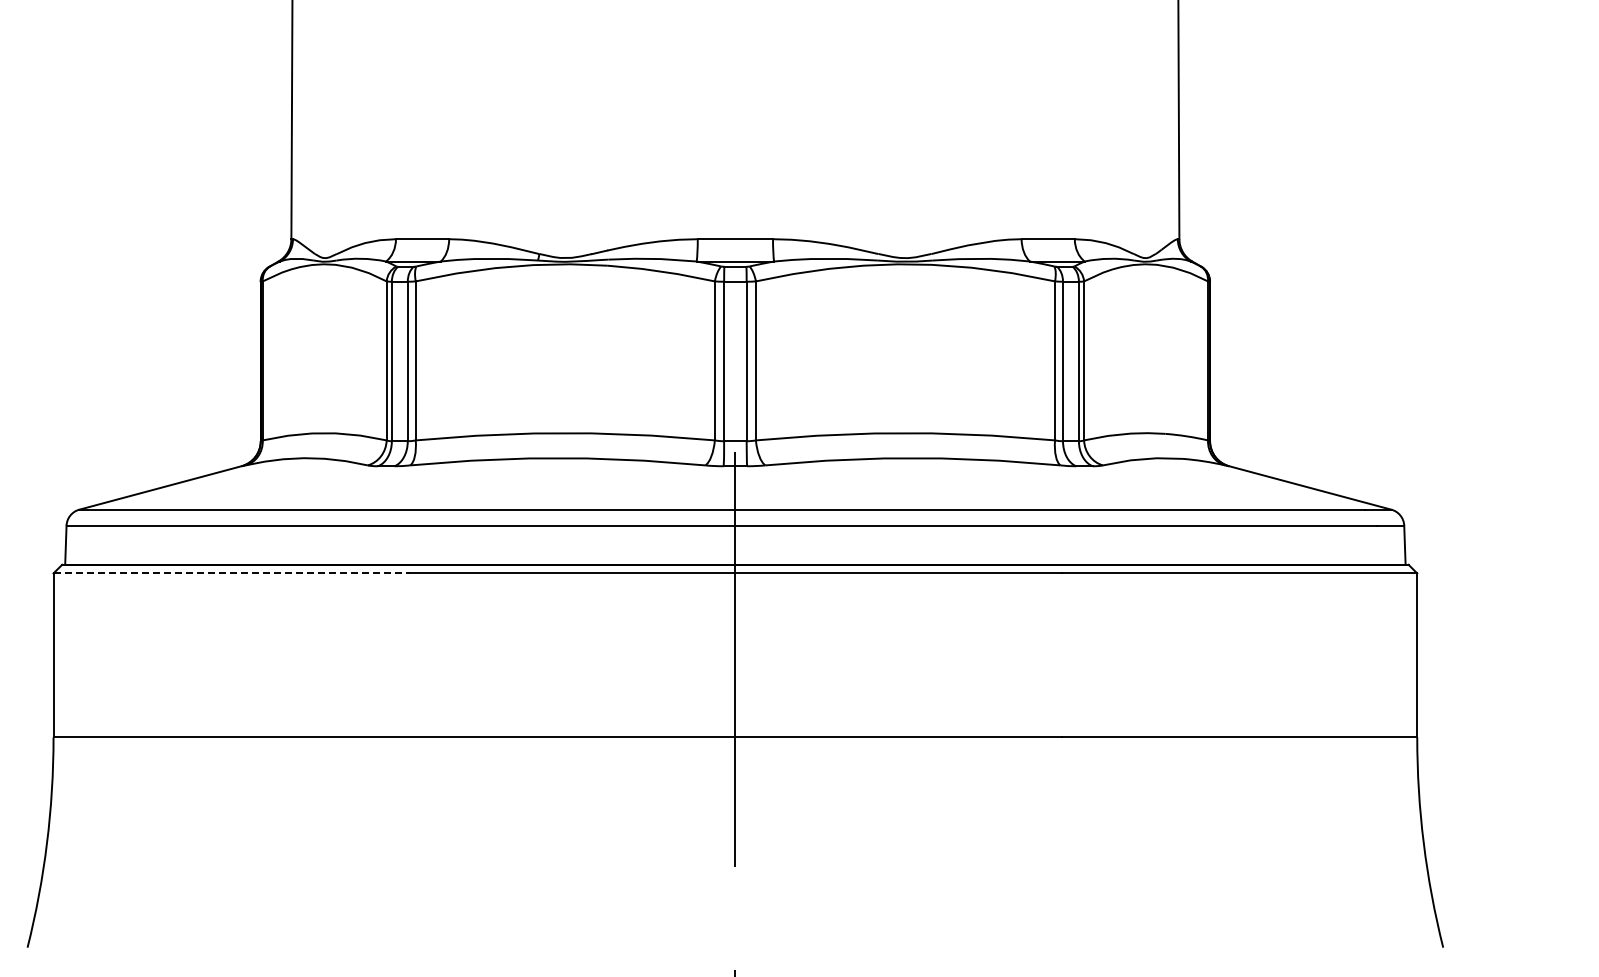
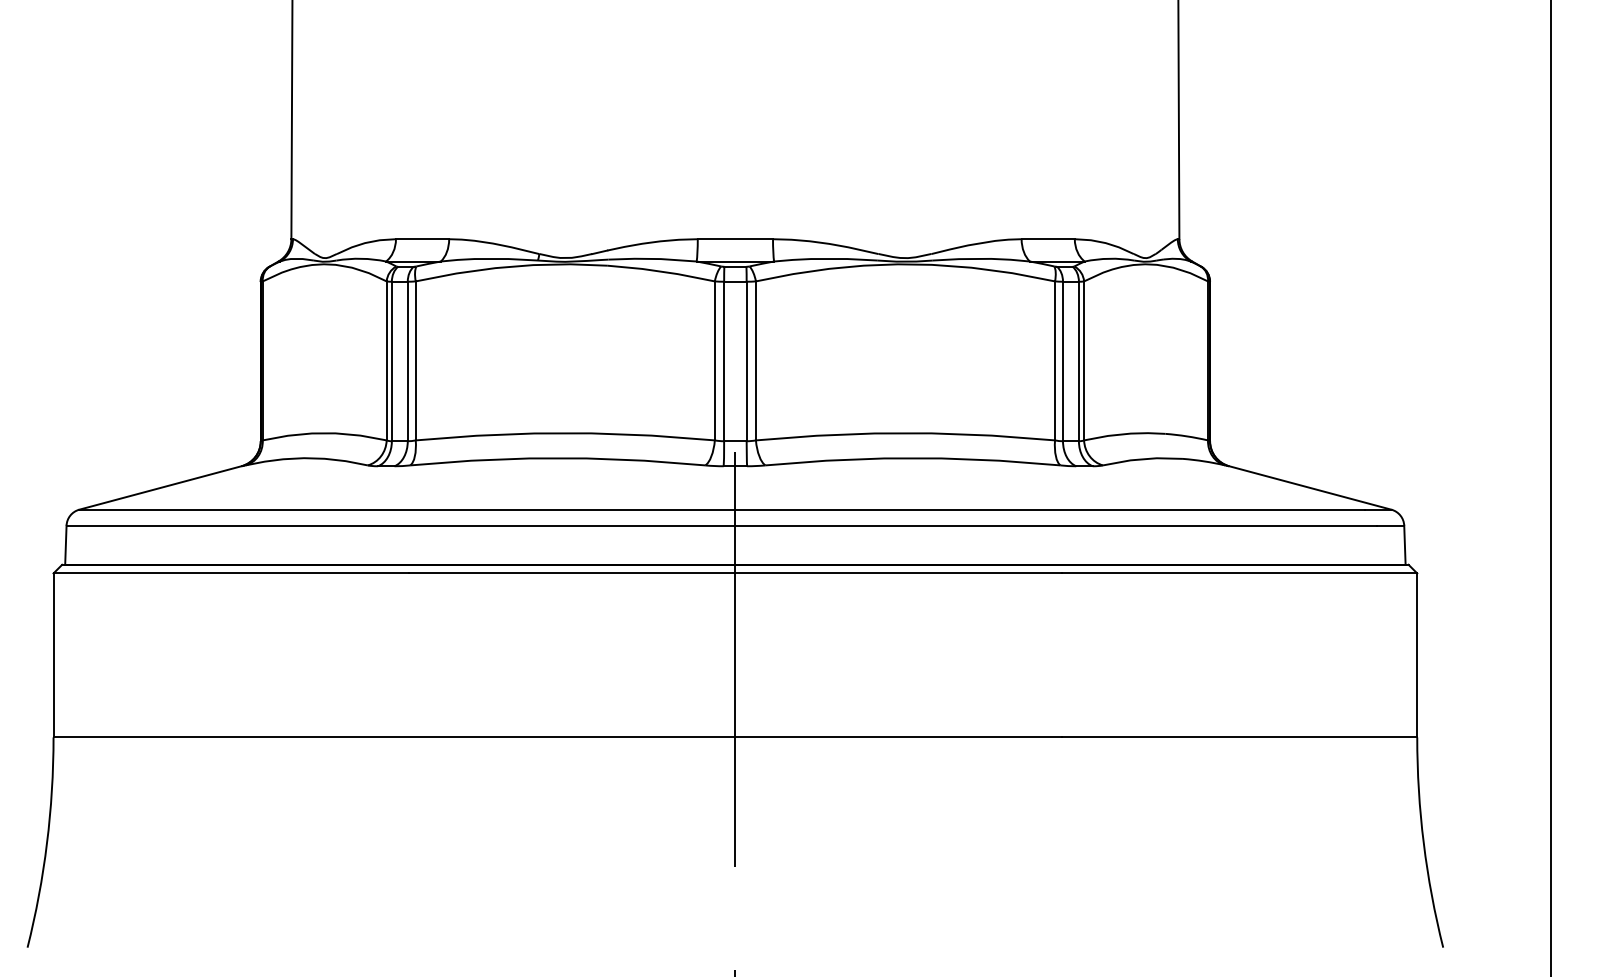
line at (1551, 487): none -> present
line at (231, 573): dashed -> solid
